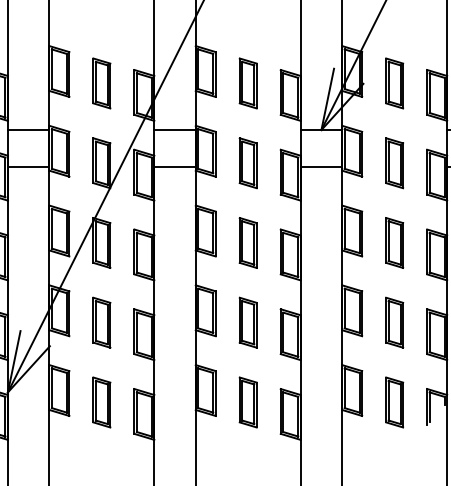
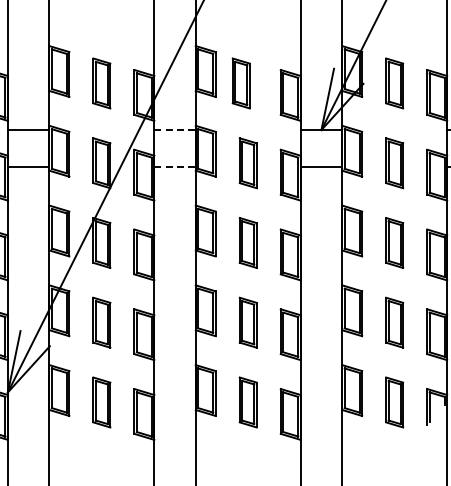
part at (247, 83) position: (247, 83) -> (240, 83)
line at (175, 130): solid -> dashed
line at (175, 166): solid -> dashed
